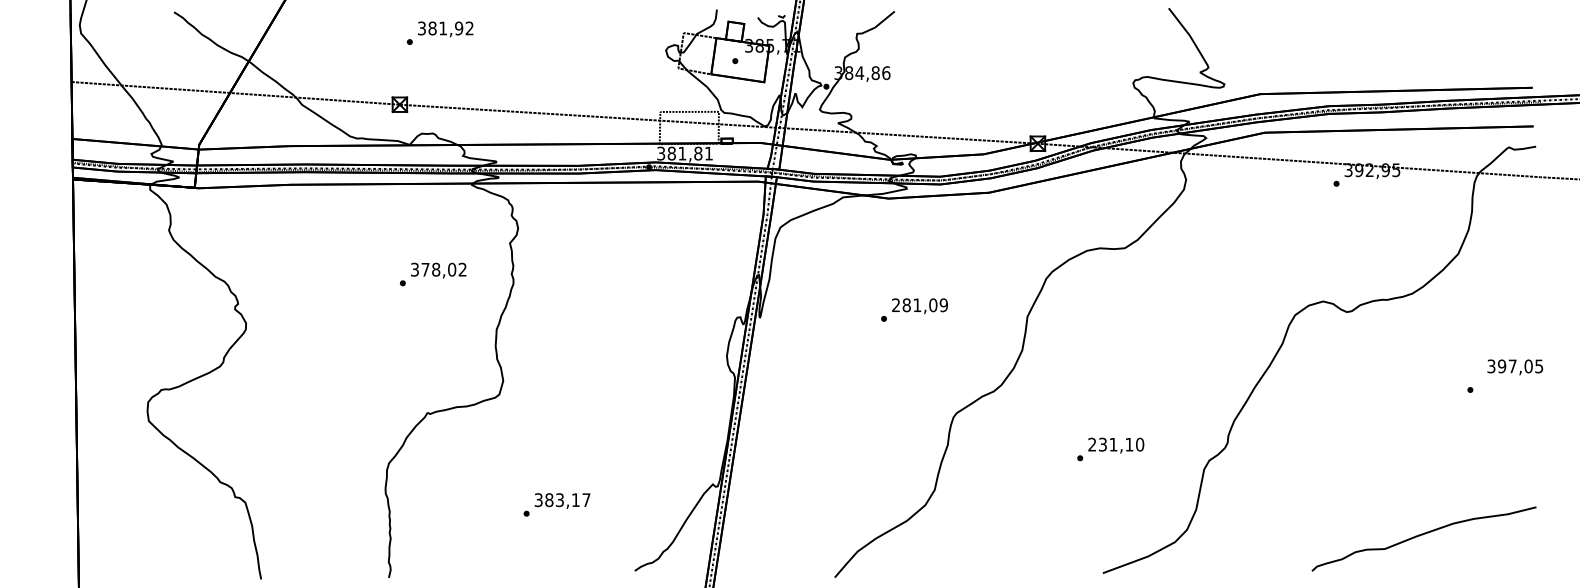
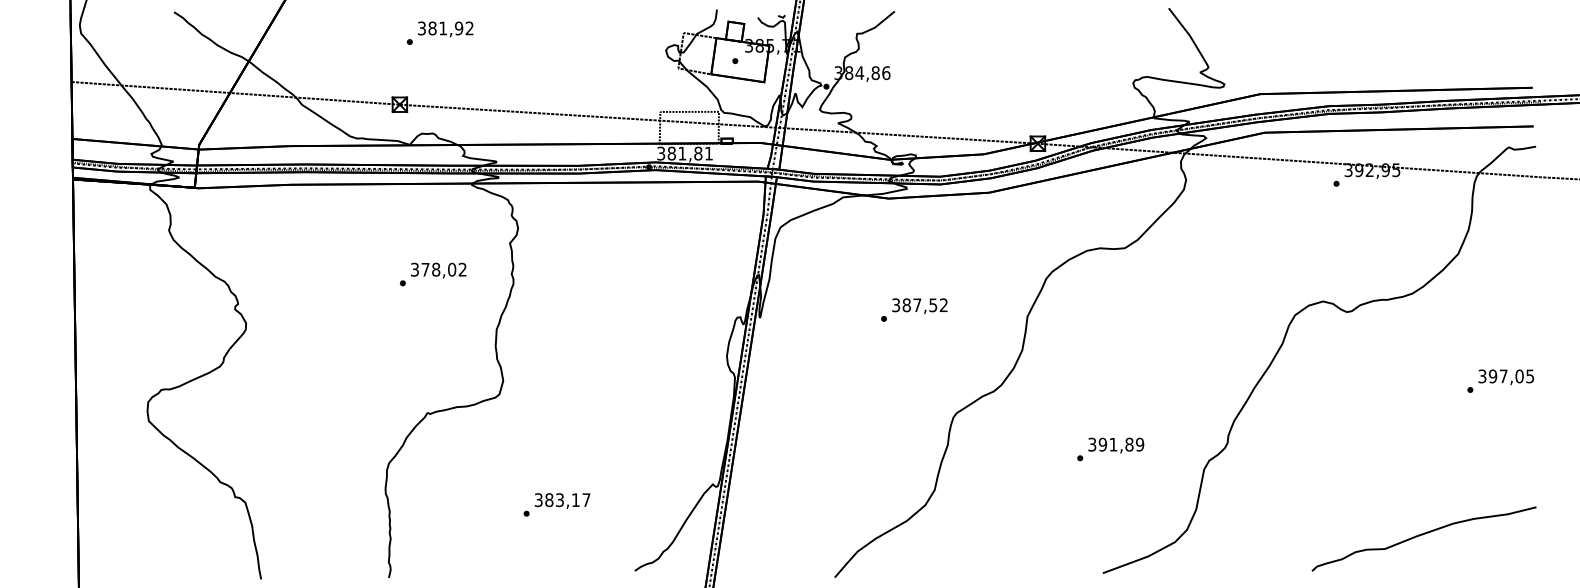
text at (919, 305): 281,09 -> 387,52
text at (1514, 367) position: (1514, 367) -> (1505, 377)
text at (1116, 444): 231,10 -> 391,89
